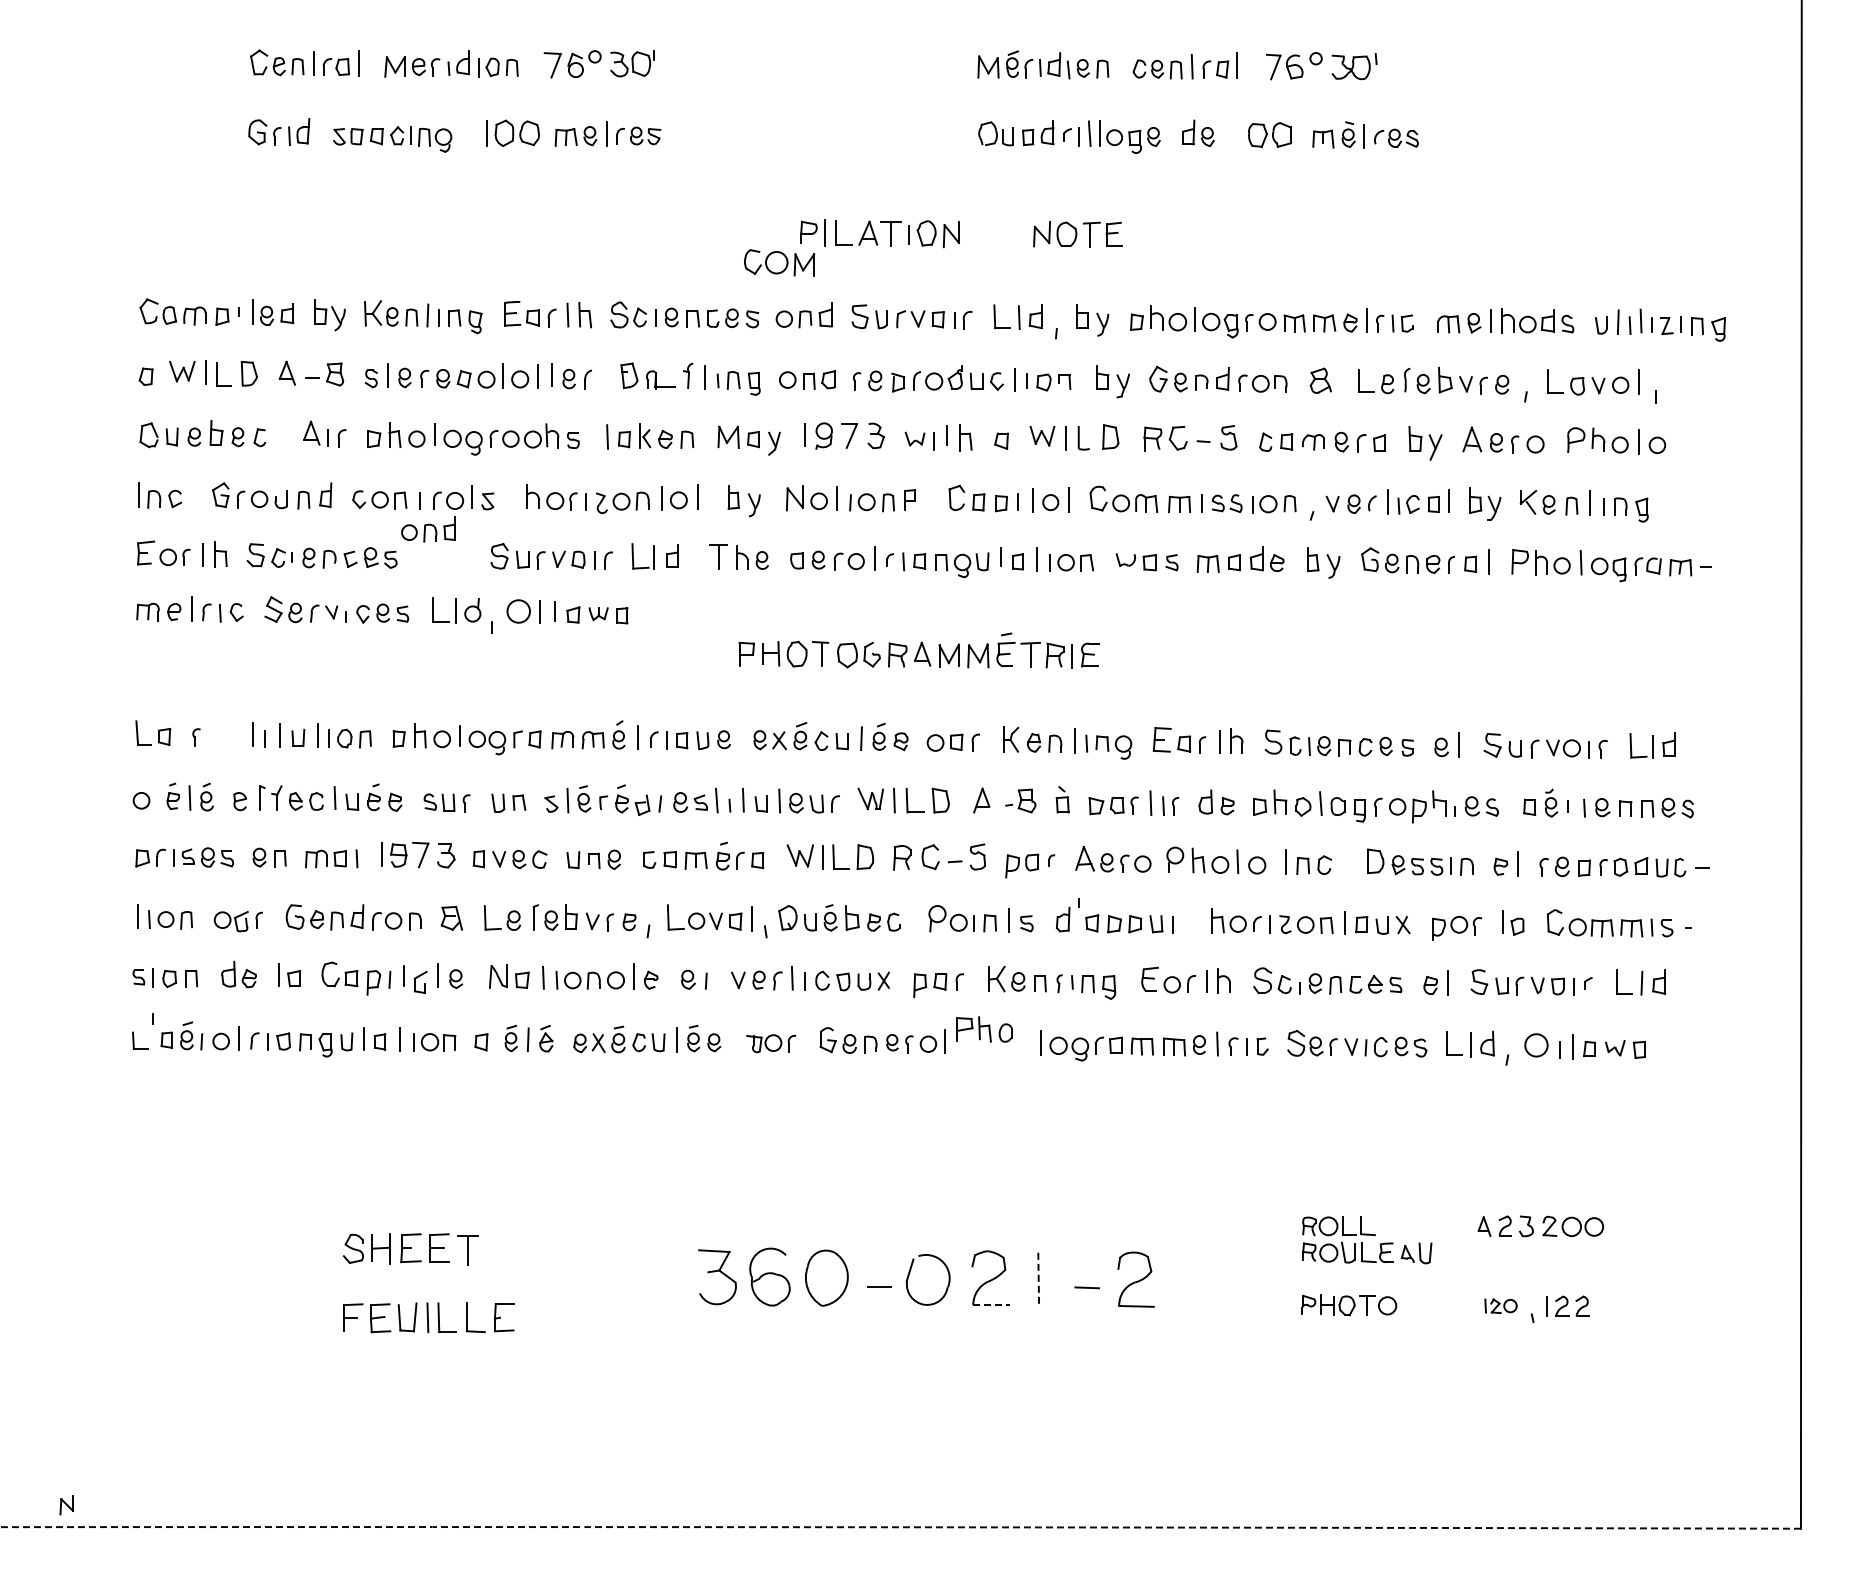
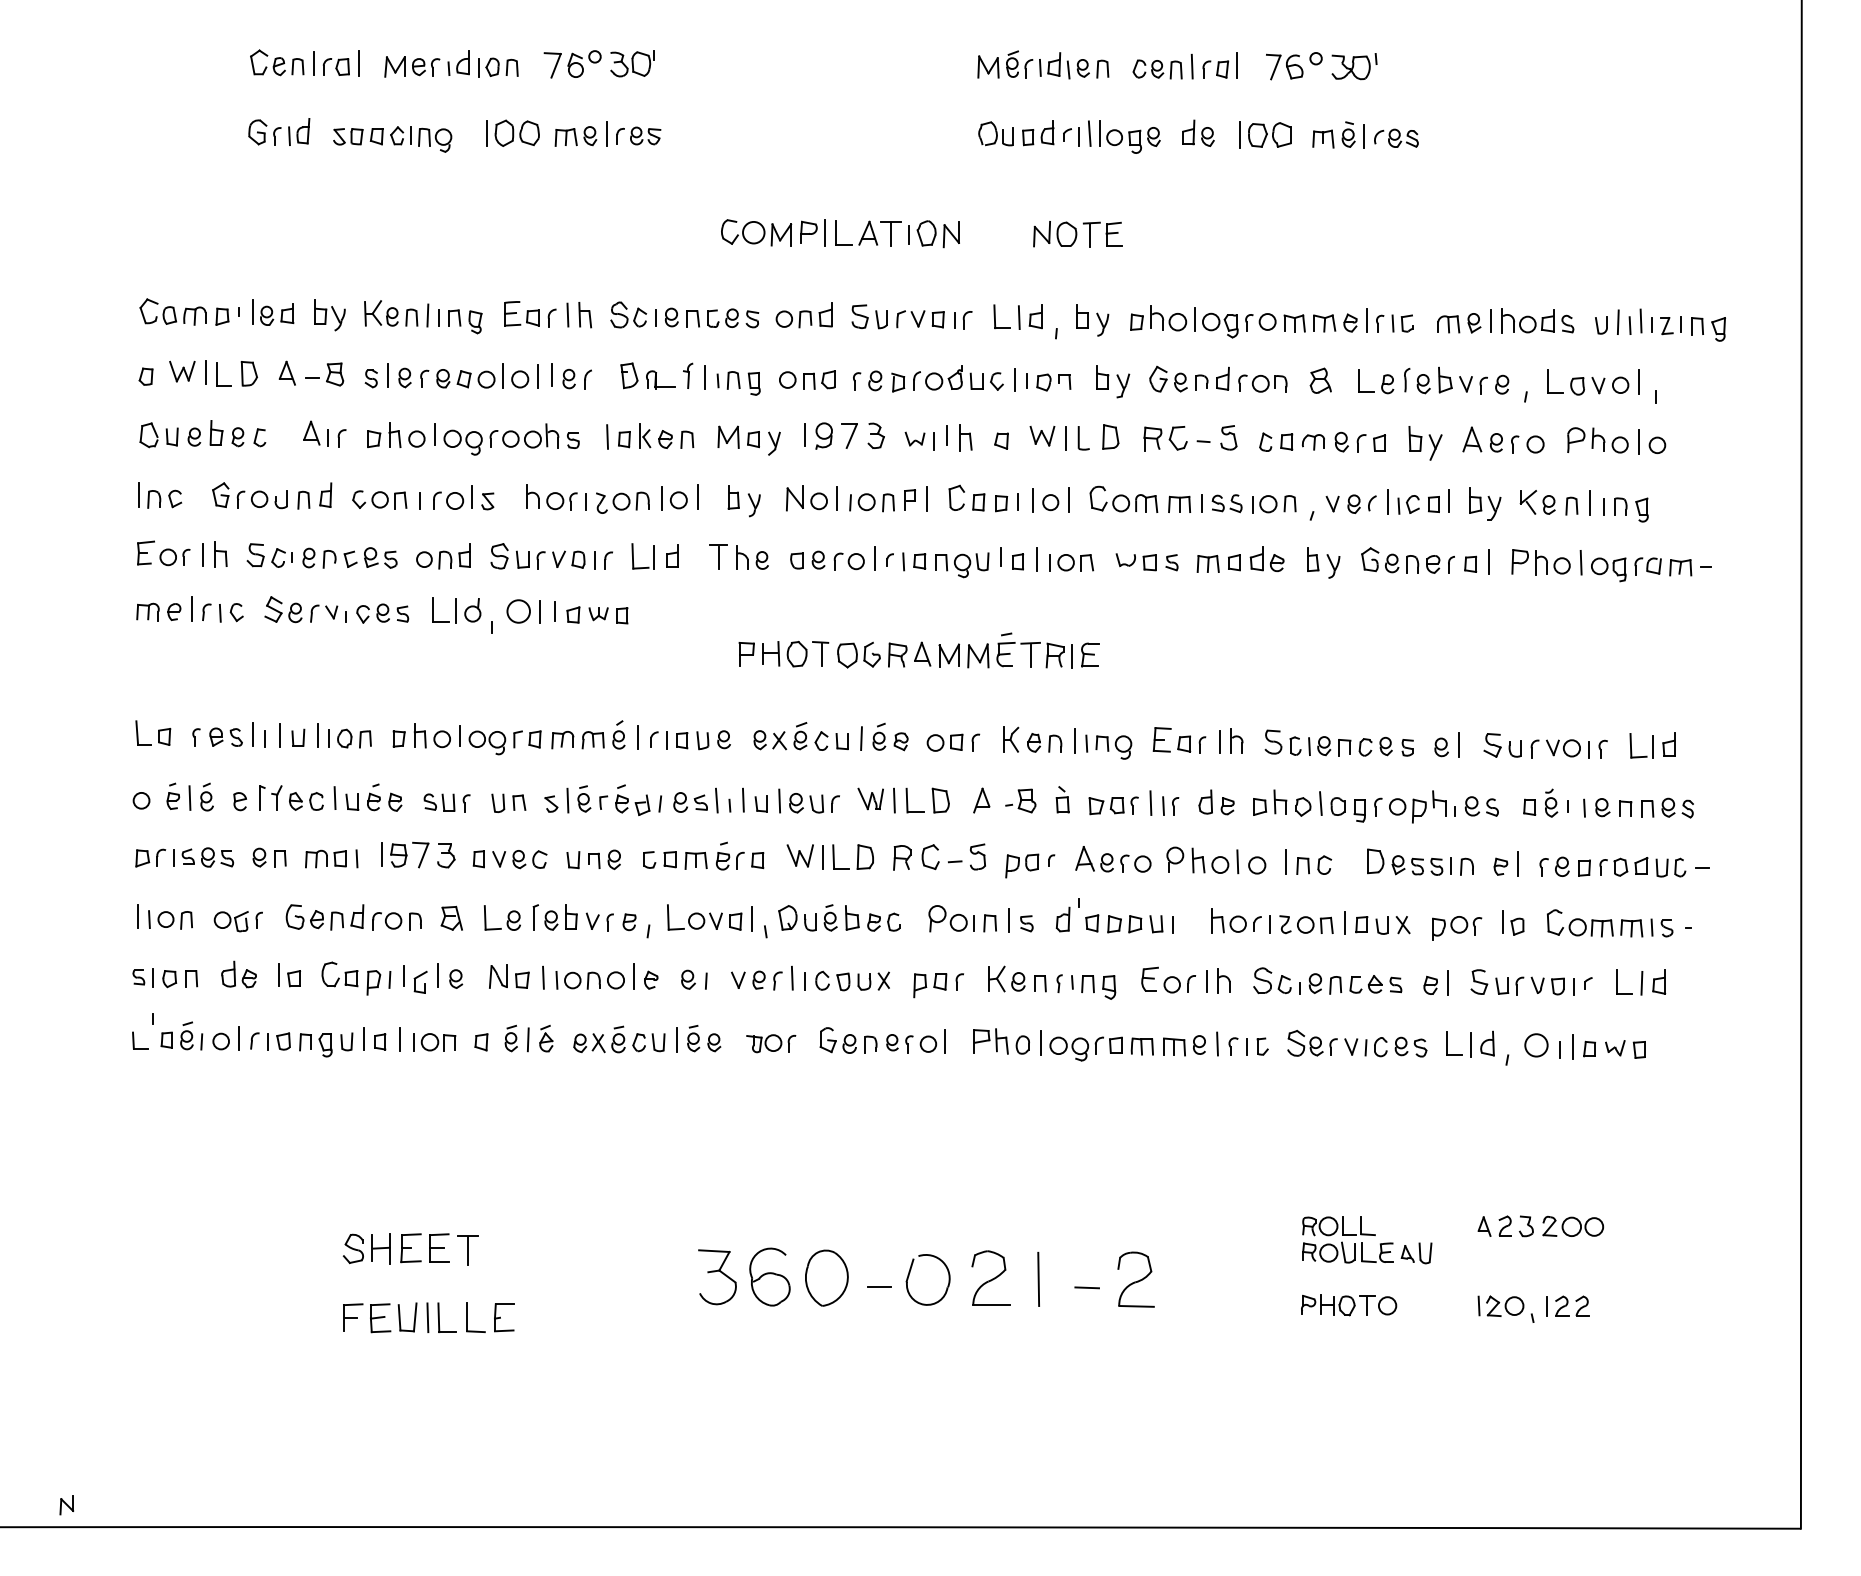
line at (1239, 134): none -> present
part at (779, 262) position: (779, 262) -> (756, 232)
line at (926, 498): none -> present
part at (428, 529) position: (428, 529) -> (443, 556)
part at (225, 736): none -> present
part at (984, 1029) position: (984, 1029) -> (1001, 1041)
line at (1038, 1279): dashed -> solid
line at (991, 1305): dashed -> solid
part at (1500, 1305) size: 34x16 px -> 48x22 px
arc at (900, 1527): dashed -> solid
